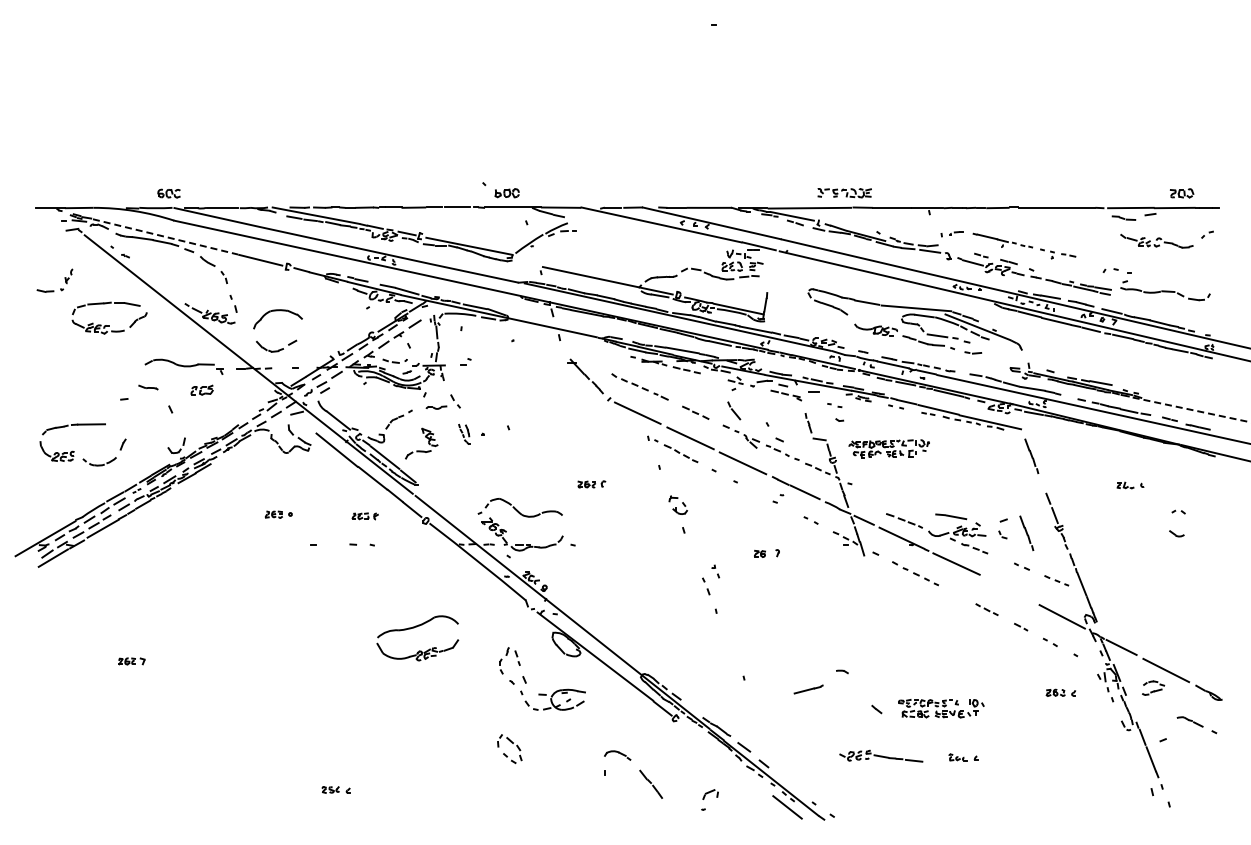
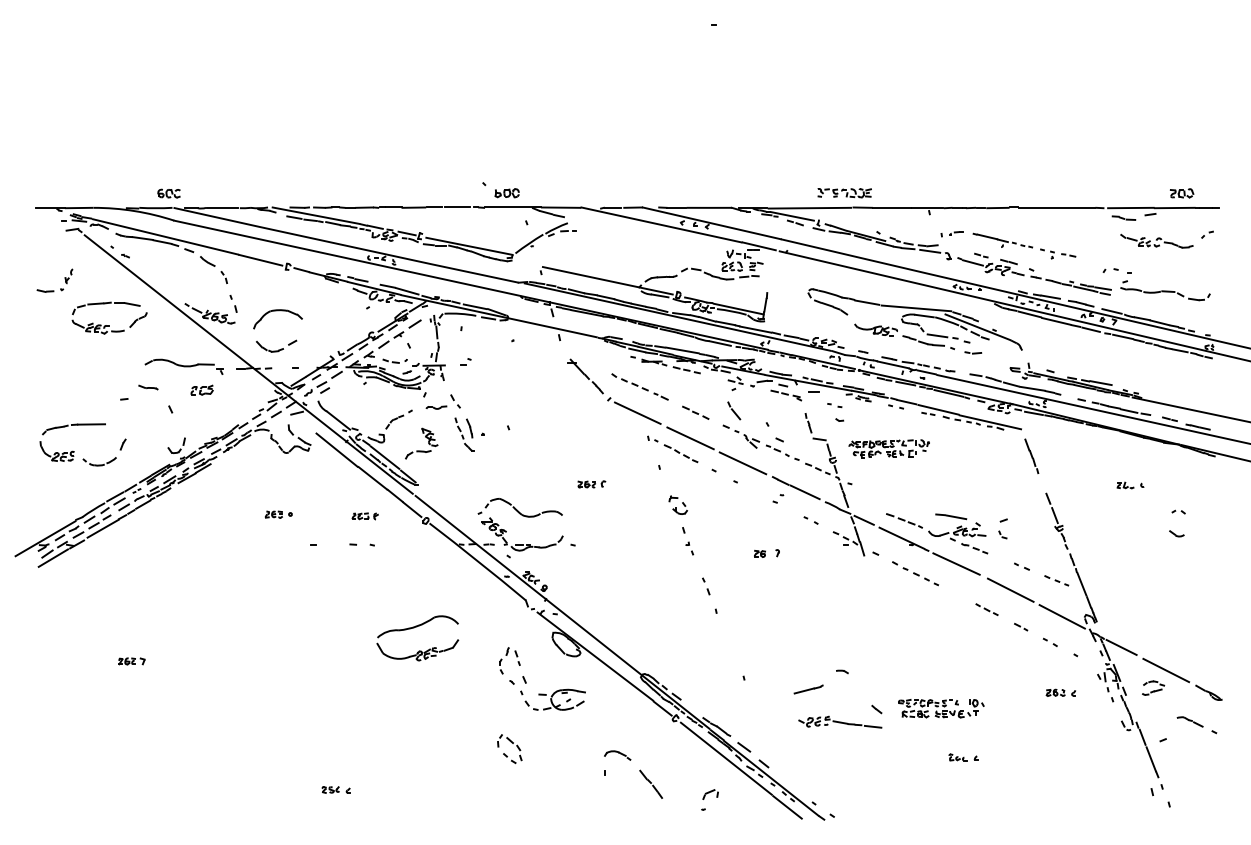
line at (165, 236): dashed -> solid
line at (1191, 409): dashed -> solid
part at (464, 434) size: 13x21 px -> 21x35 px
line at (1026, 533): present -> none
part at (715, 571) position: (715, 571) -> (689, 548)
line at (1010, 589): none -> present
part at (881, 755) position: (881, 755) -> (840, 721)
line at (725, 758): none -> present
